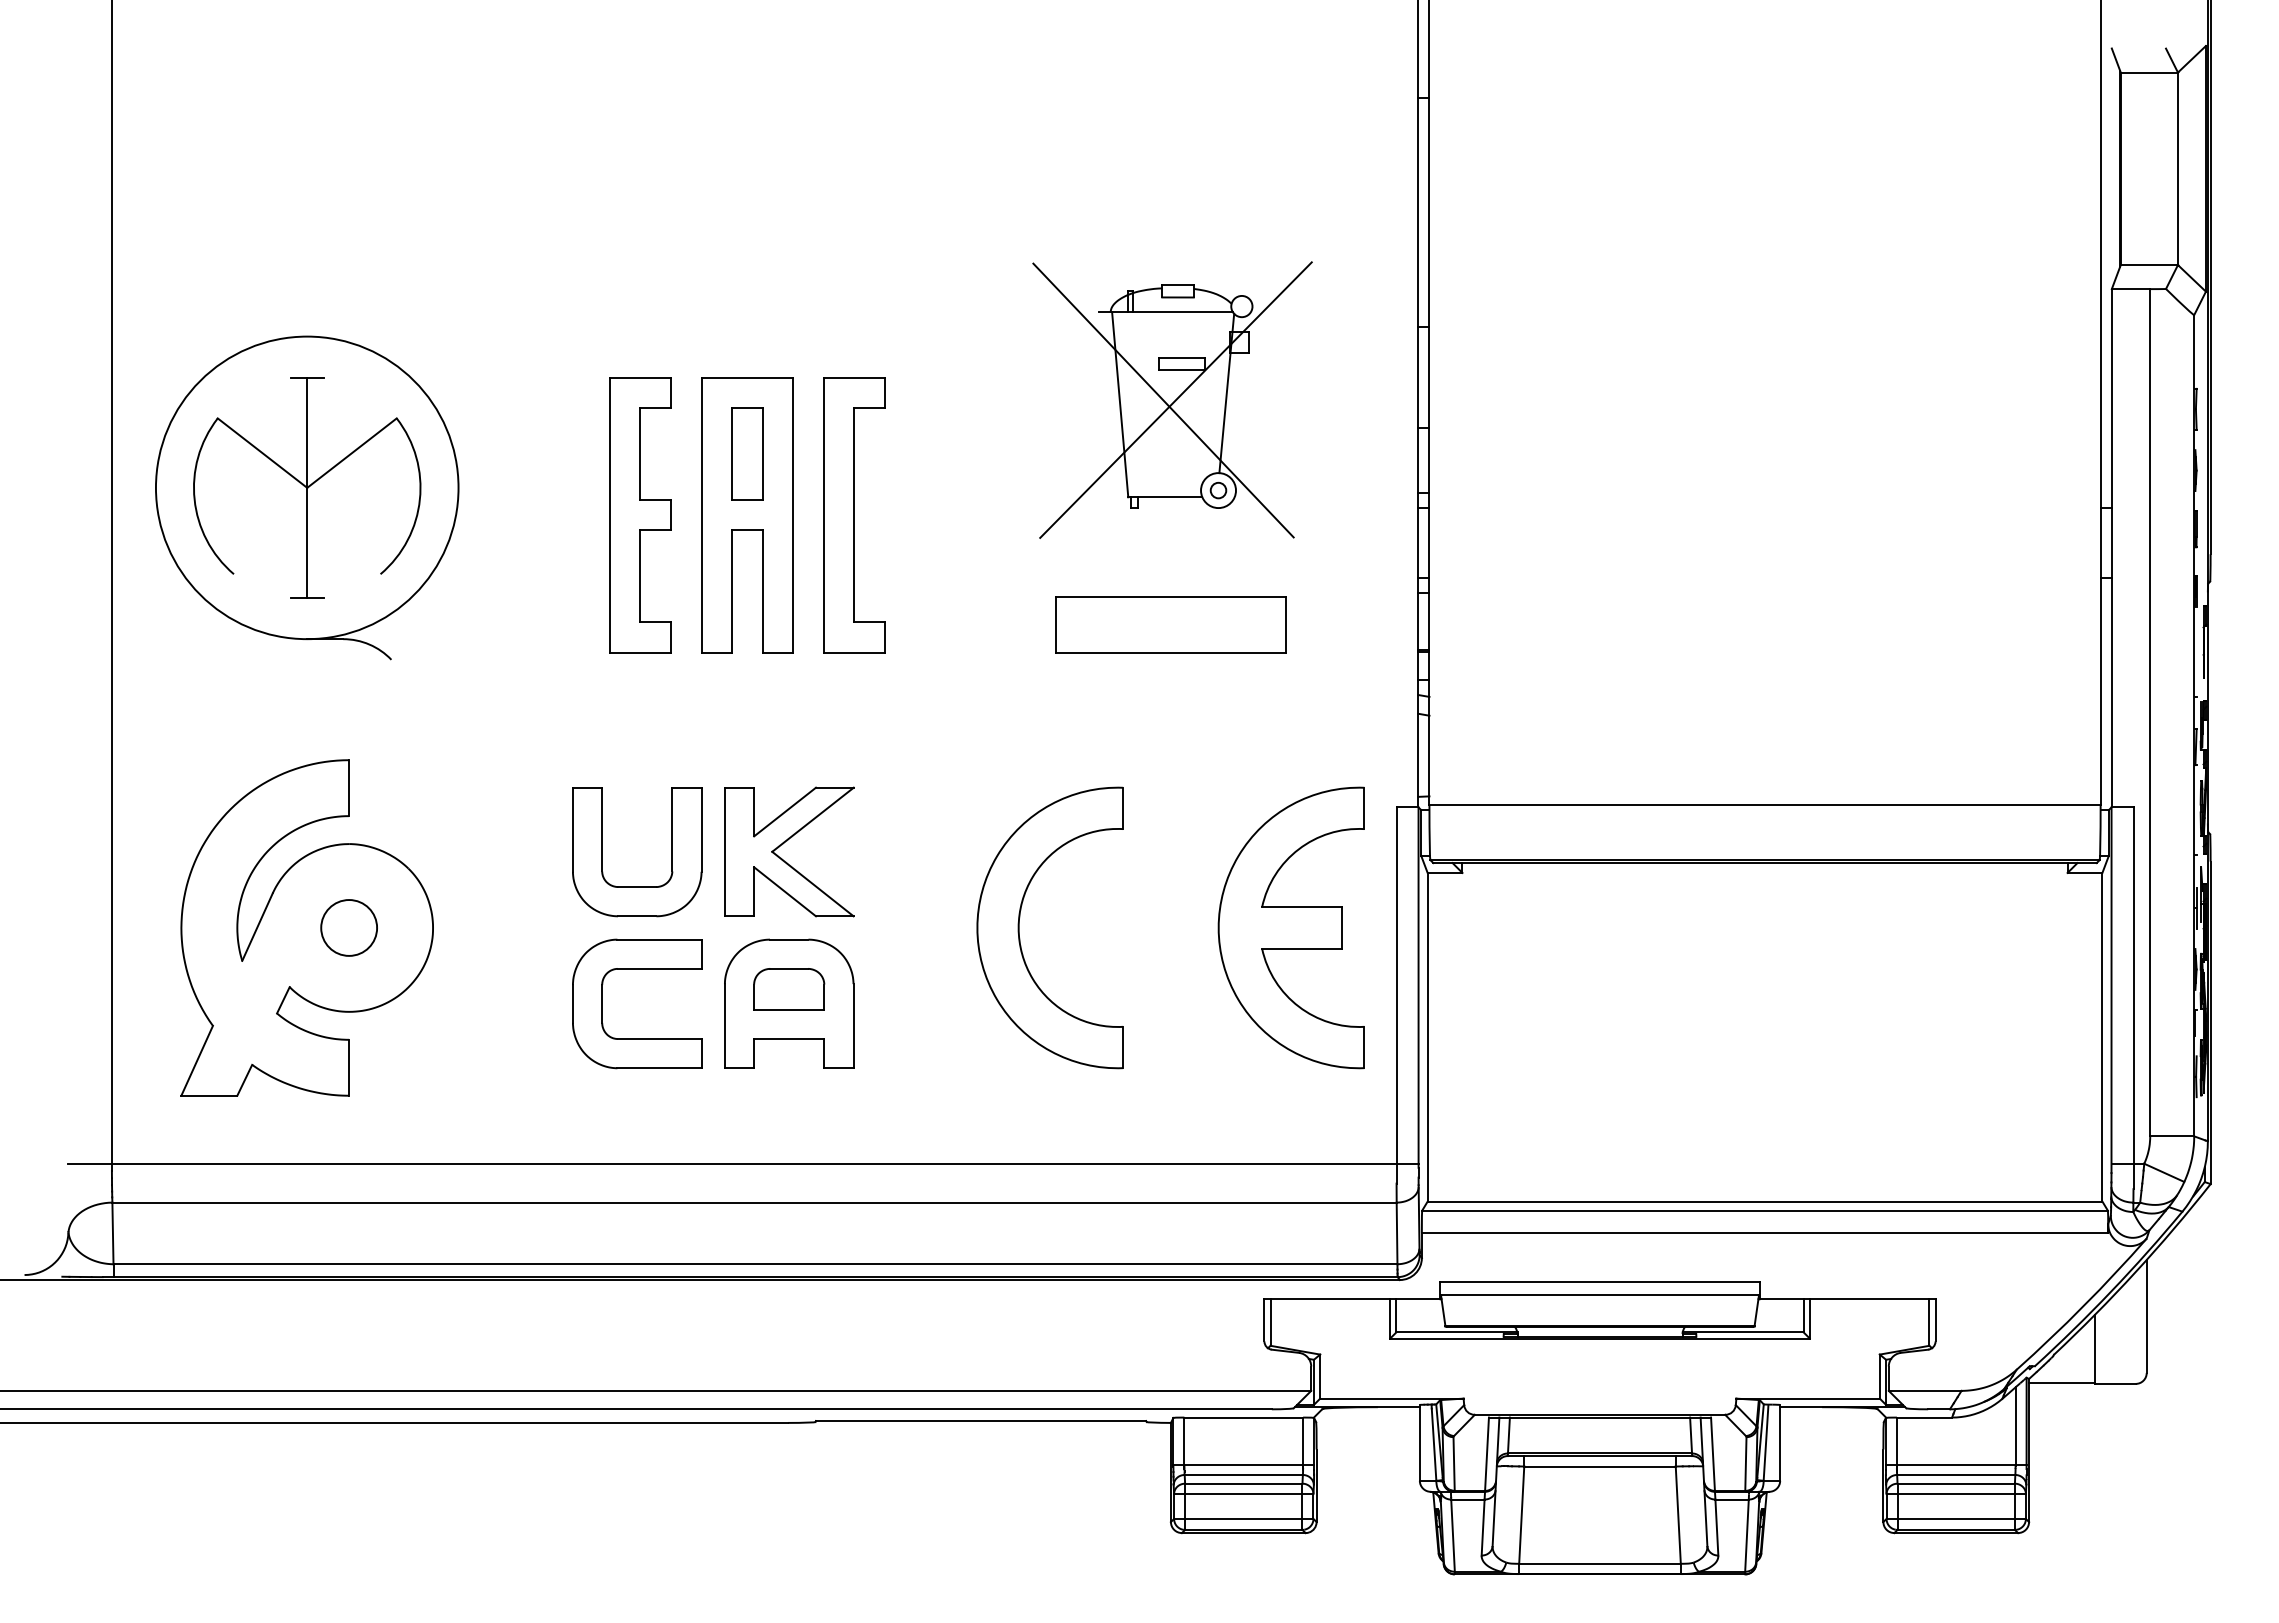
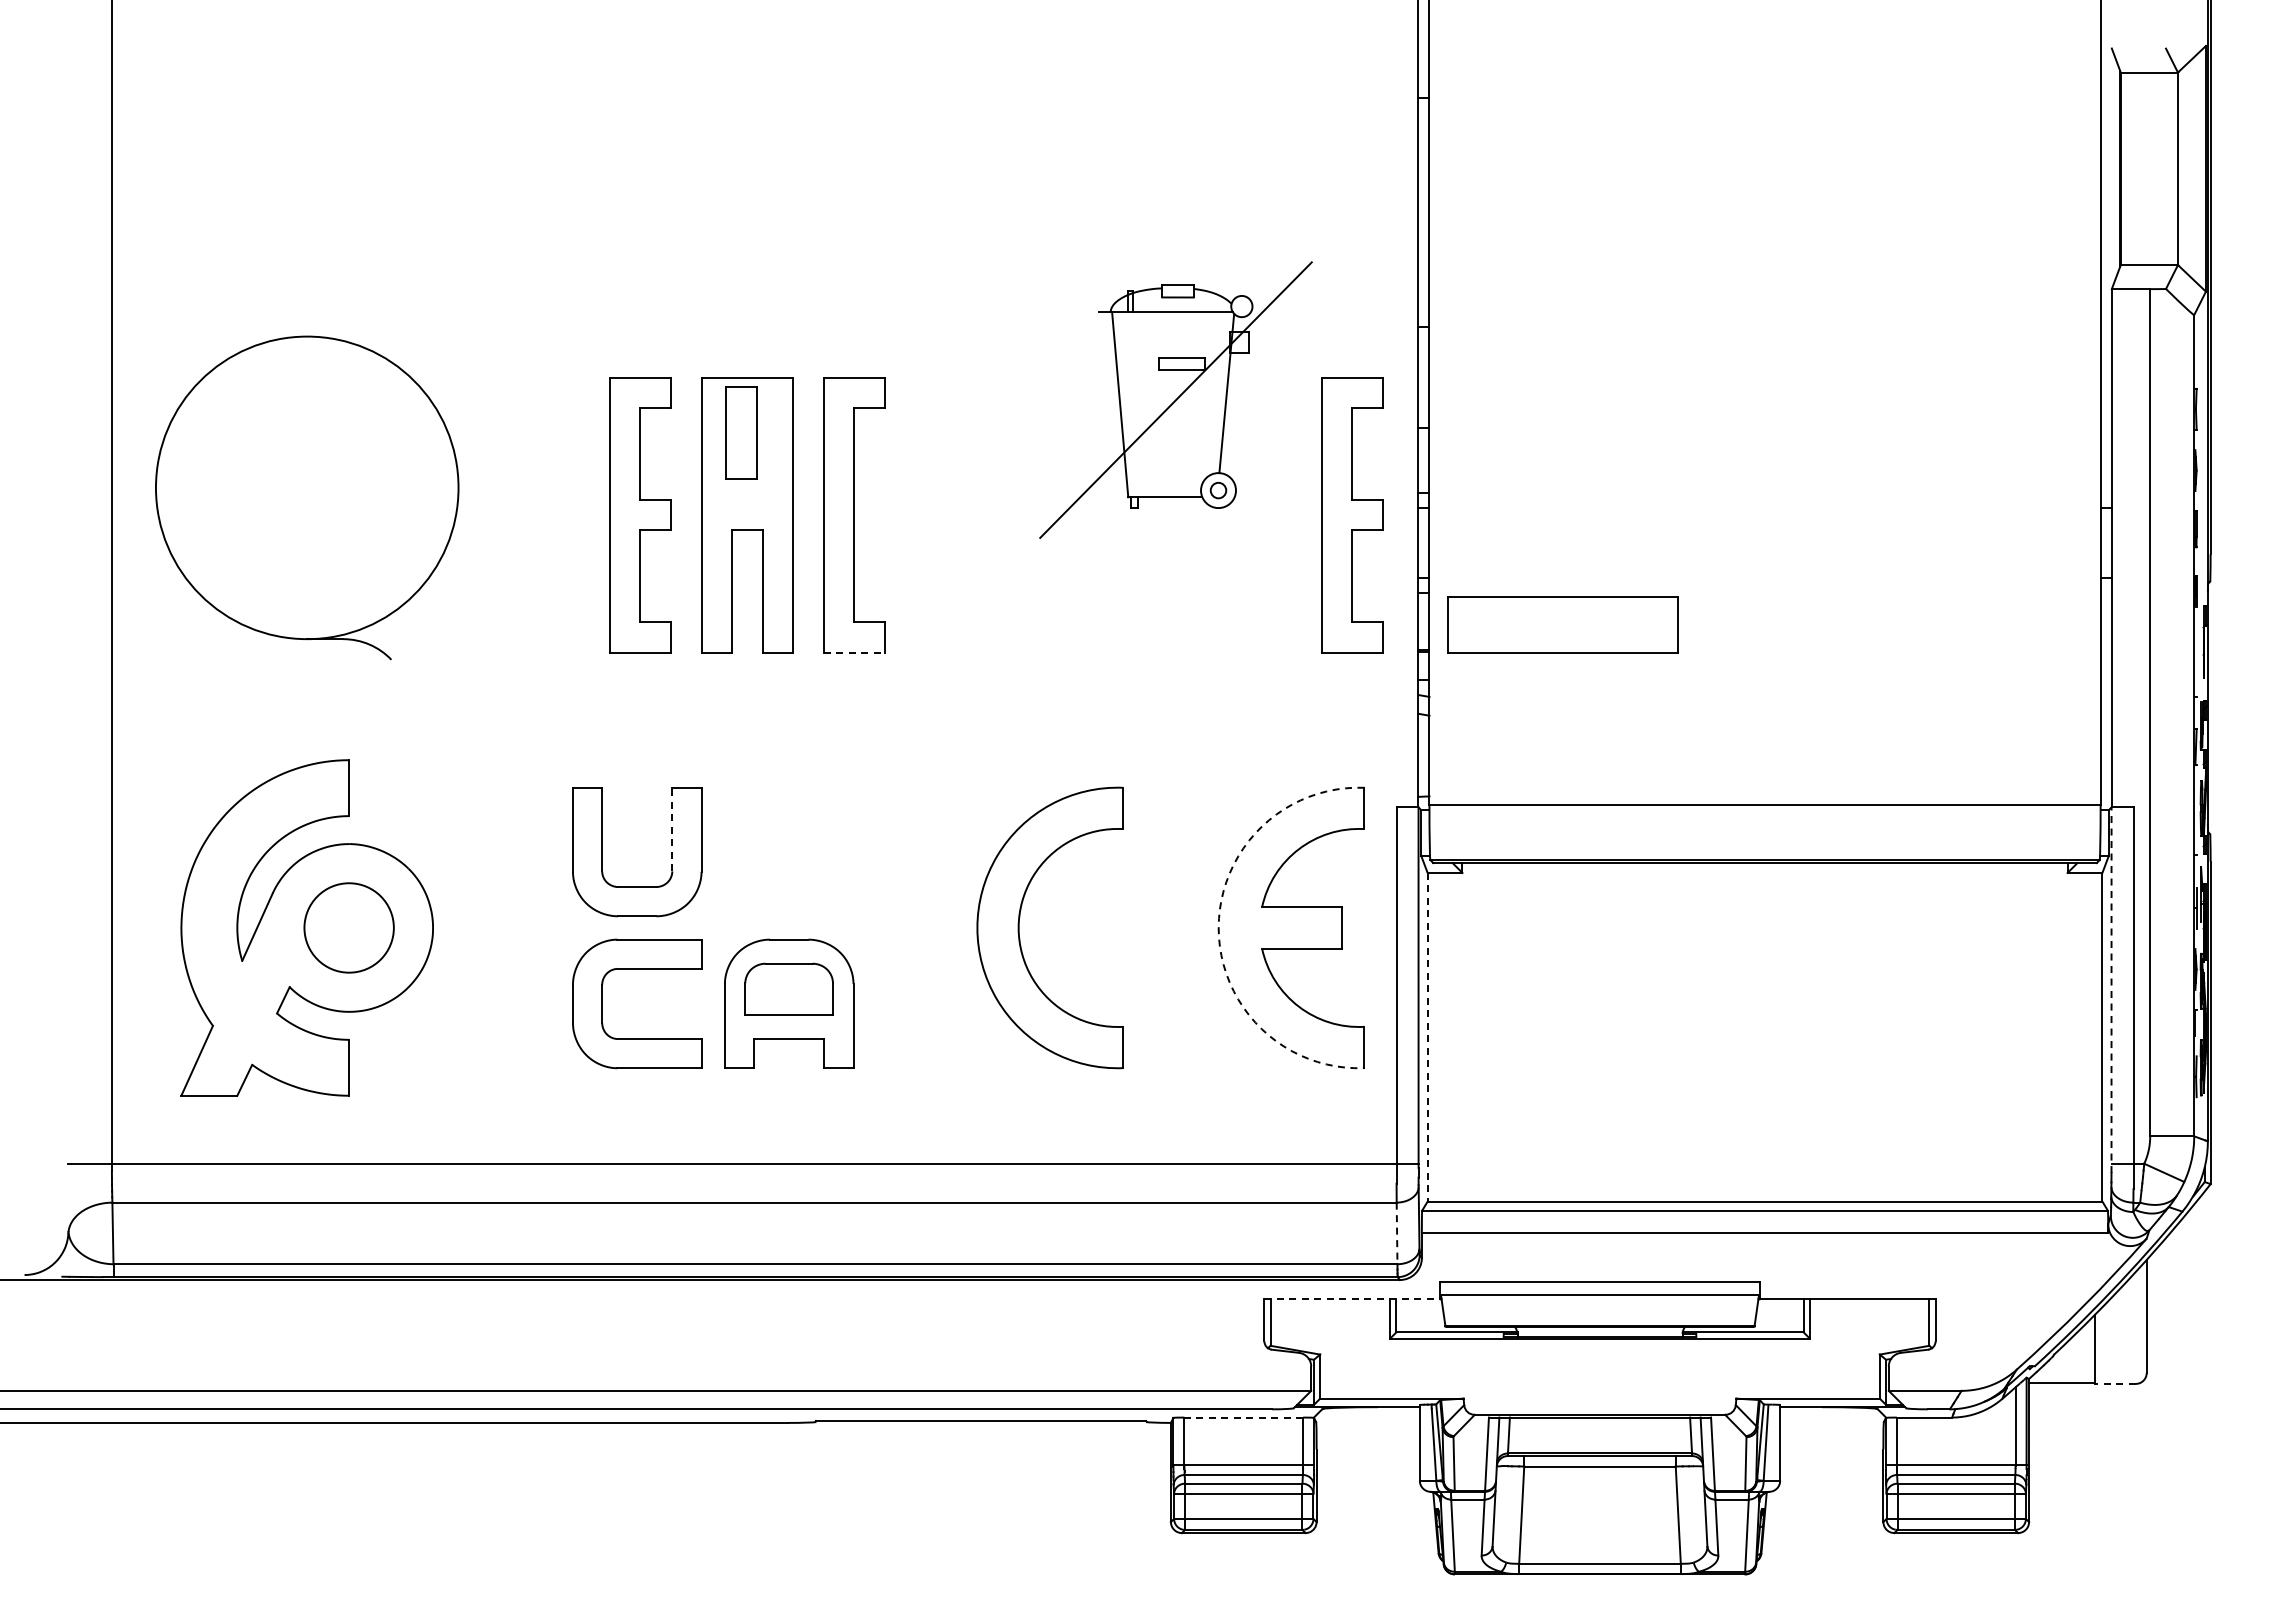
line at (1163, 400): present -> none
part at (747, 453) position: (747, 453) -> (741, 432)
part at (307, 487): present -> none
part at (1352, 515): none -> present
part at (1170, 624) position: (1170, 624) -> (1562, 624)
line at (854, 652): solid -> dashed
line at (672, 829): solid -> dashed
part at (783, 844): present -> none
circle at (349, 927) diameter: 56 px -> 89 px
arc at (1218, 927): solid -> dashed
part at (789, 989) size: 73x43 px -> 90x54 px
line at (2111, 990): solid -> dashed
line at (1427, 1037): solid -> dashed
line at (1397, 1233): solid -> dashed
line at (1352, 1299): solid -> dashed
line at (2114, 1383): solid -> dashed
line at (1243, 1417): solid -> dashed
